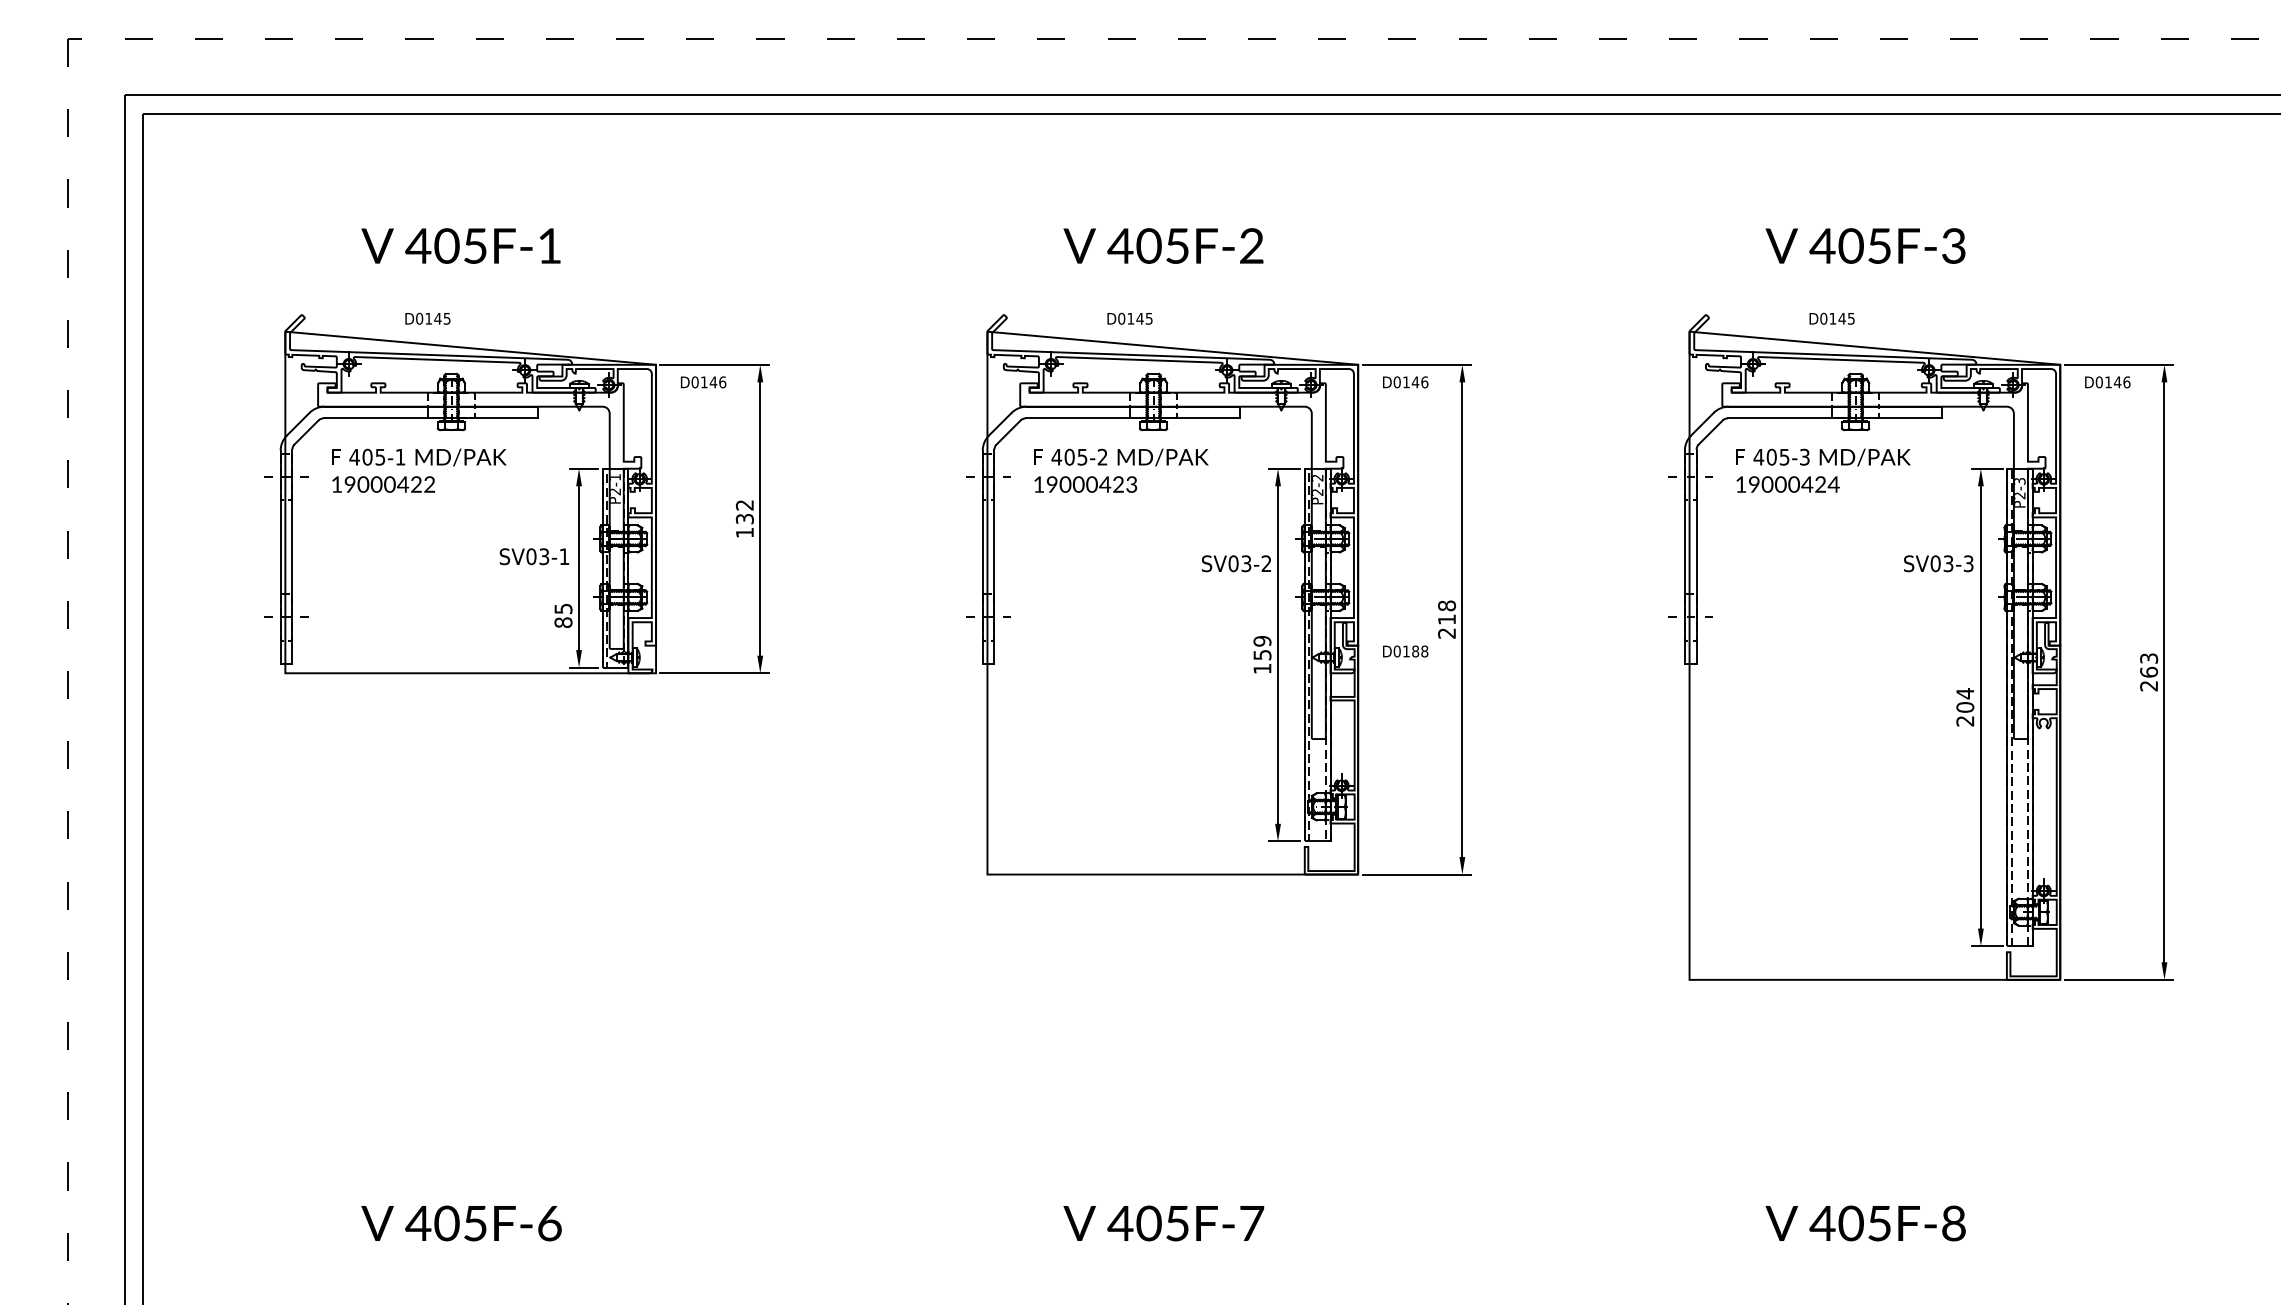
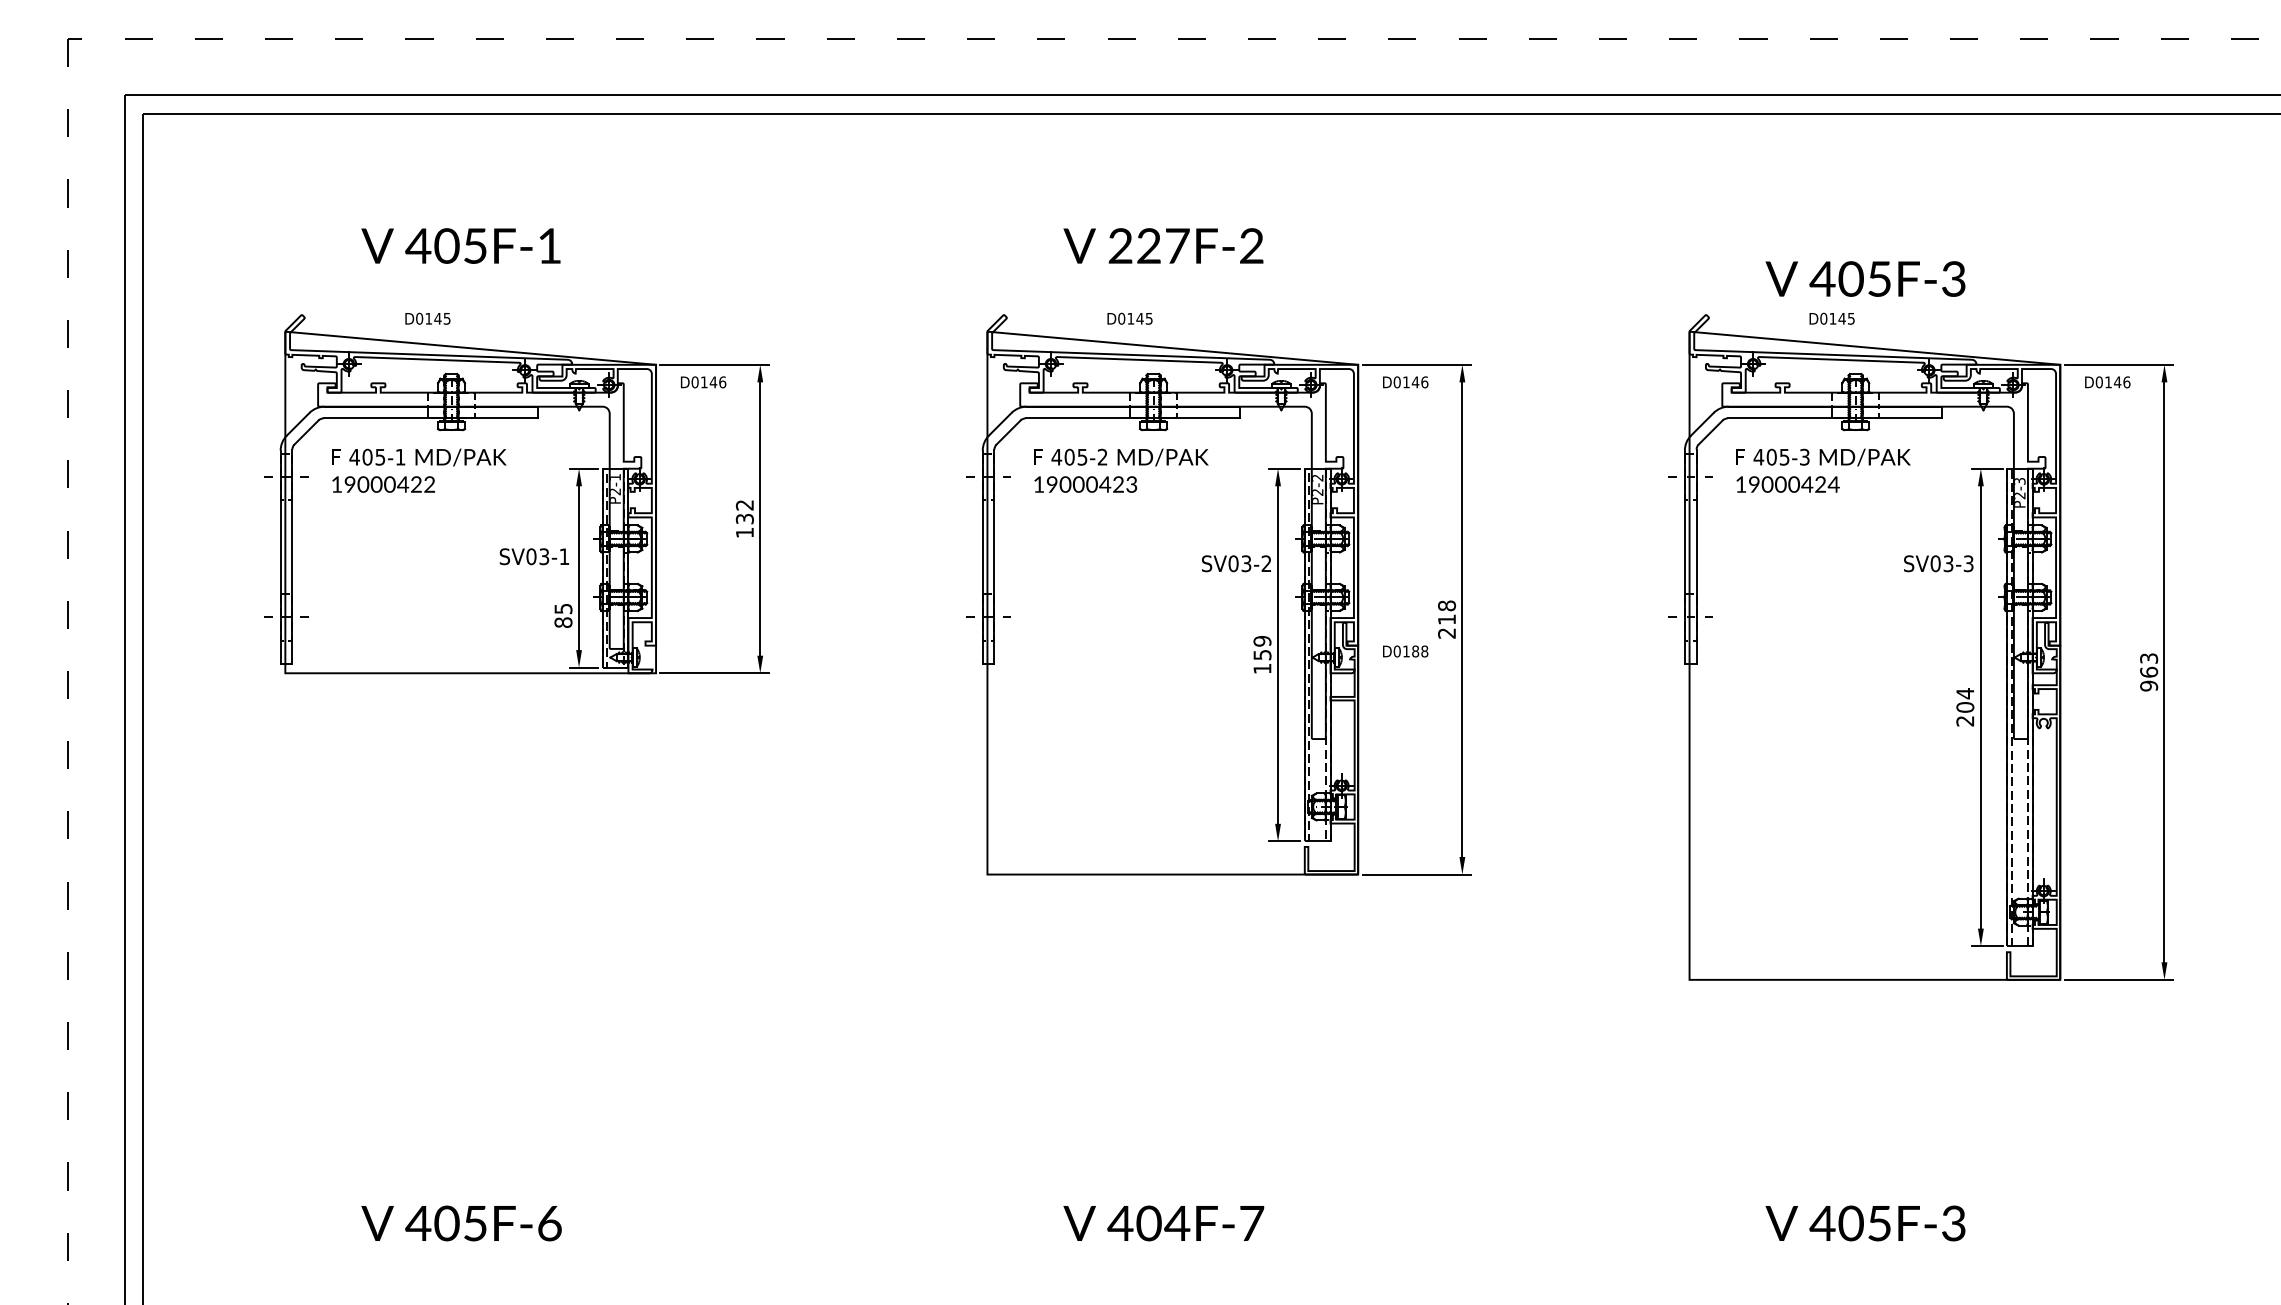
text at (1148, 245): 405F-2 -> 227F-2
text at (1865, 245) position: (1865, 245) -> (1865, 278)
text at (2149, 685): 263 -> 963
text at (1953, 1222): 405F-8 -> 405F-3
text at (1177, 1223): 405F-7 -> 404F-7
